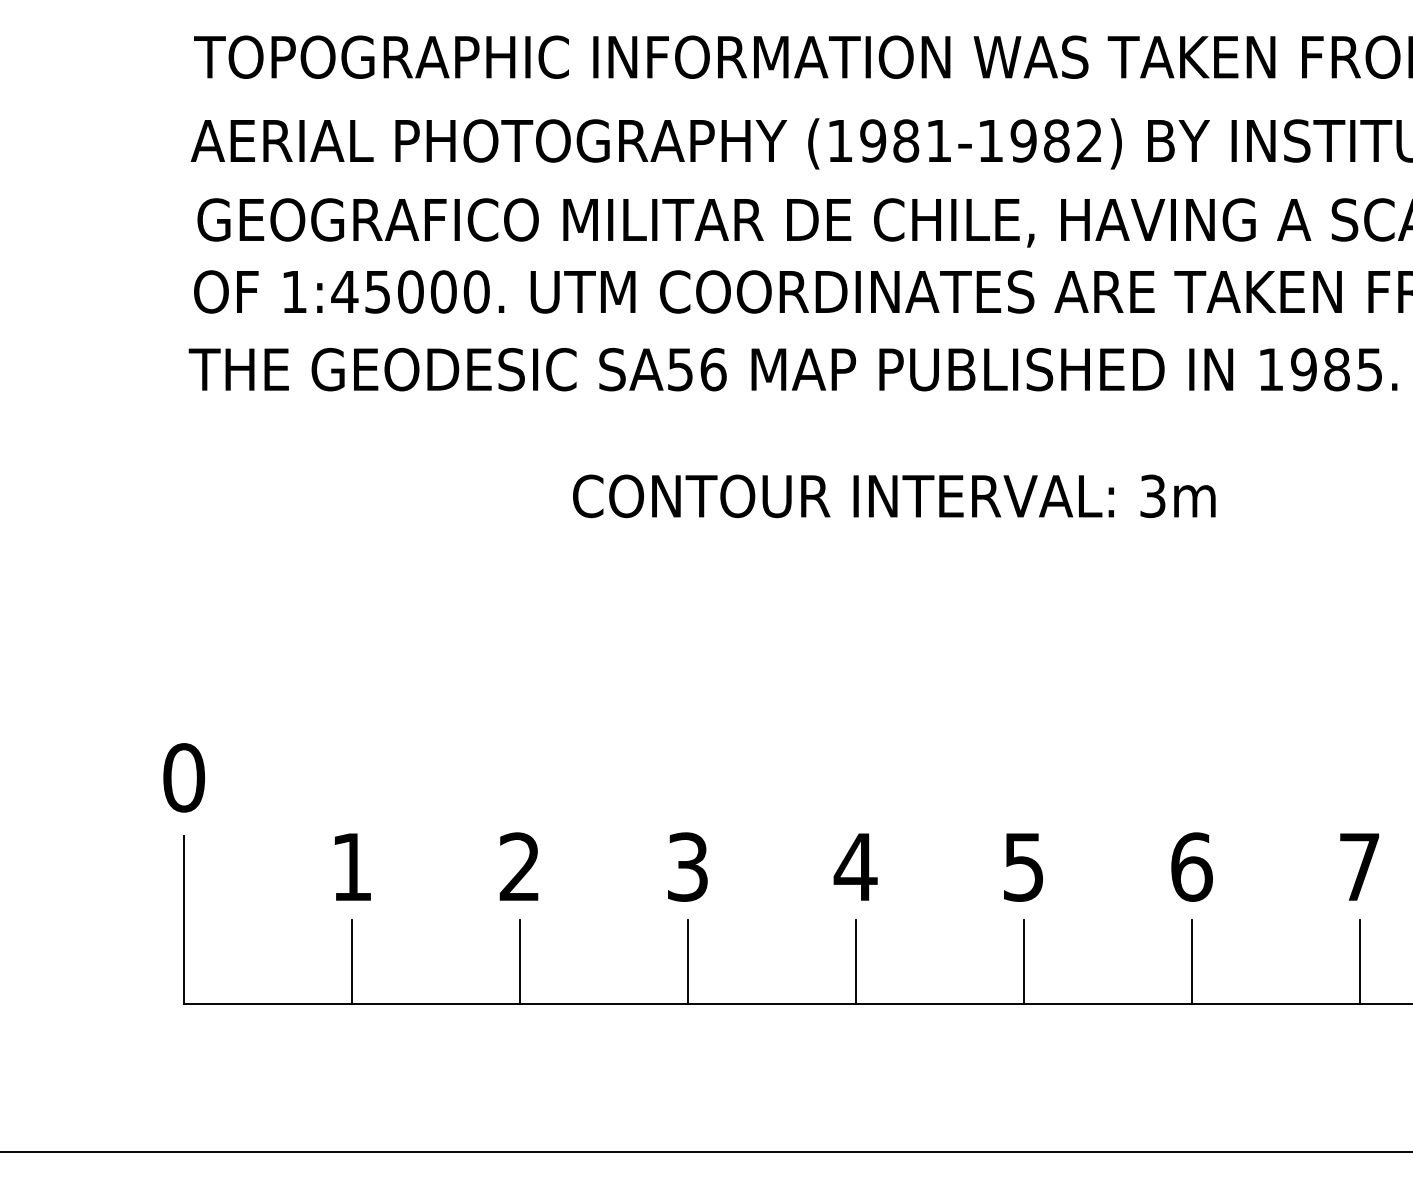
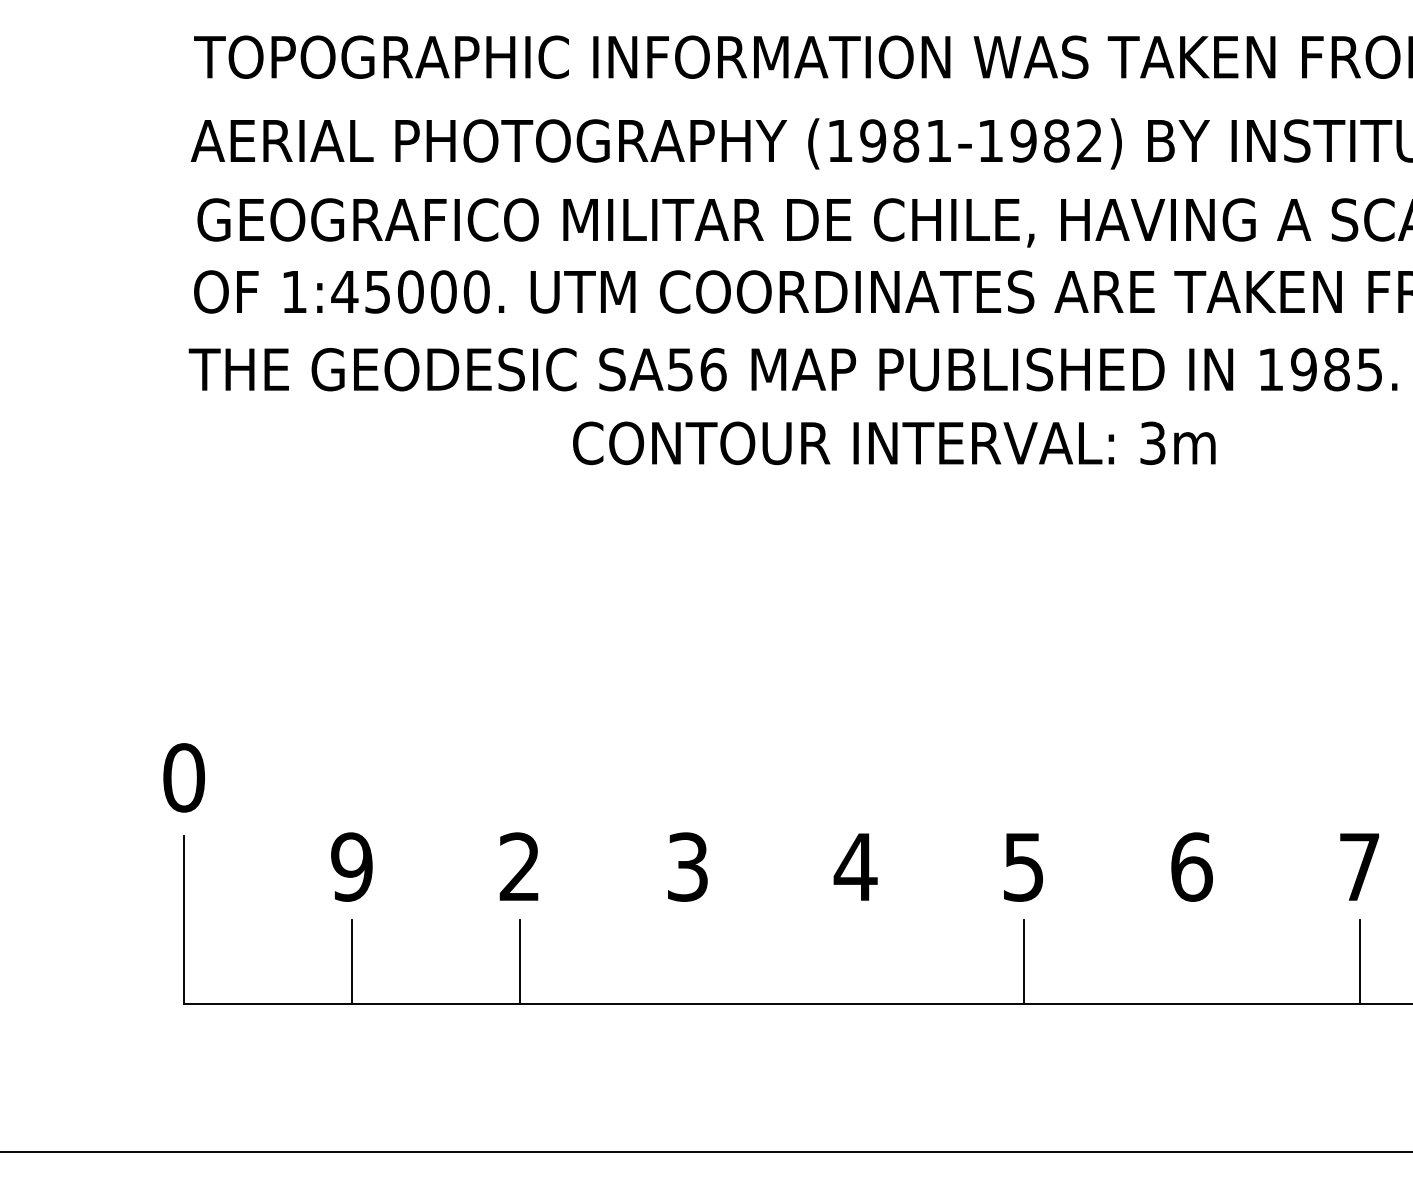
text at (894, 496) position: (894, 496) -> (894, 443)
text at (351, 866): 1 -> 9
line at (688, 961): present -> none
line at (855, 961): present -> none
line at (1191, 961): present -> none
